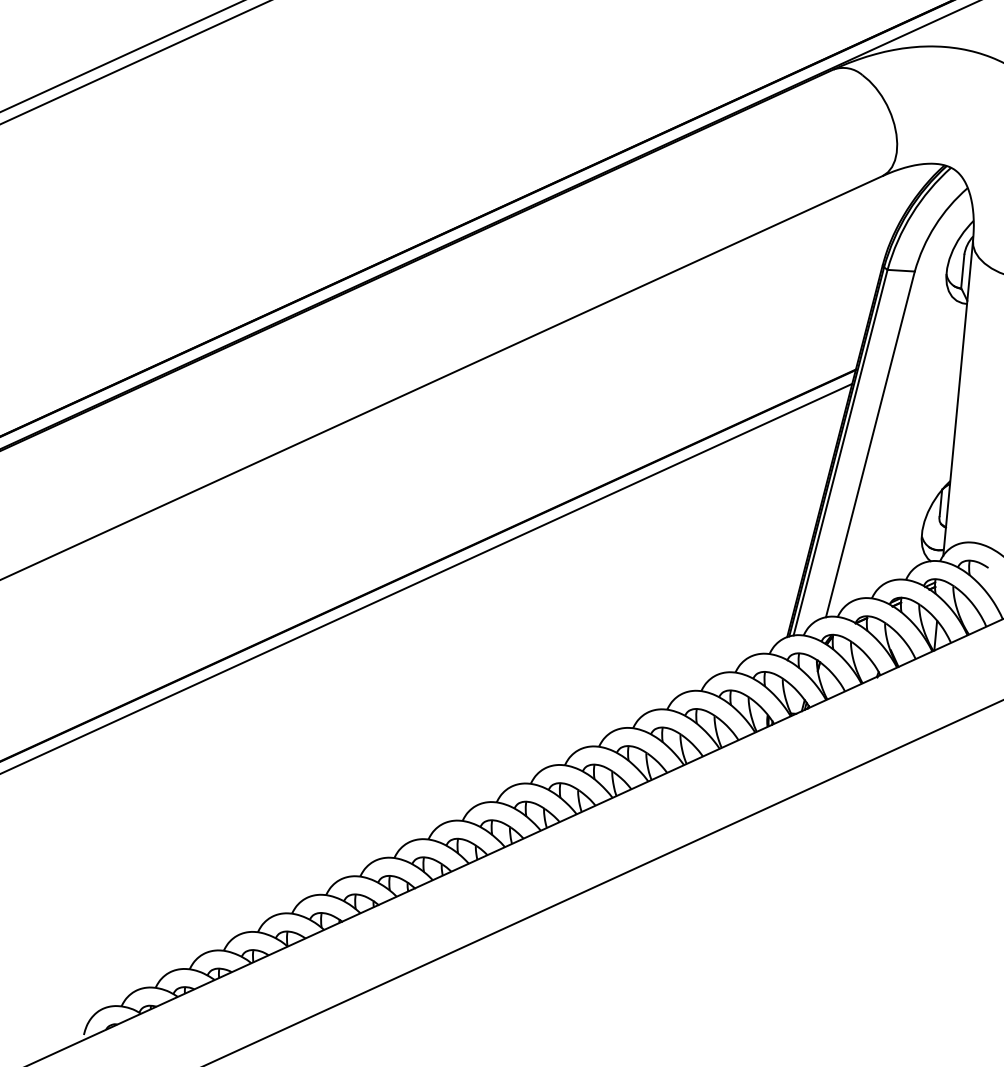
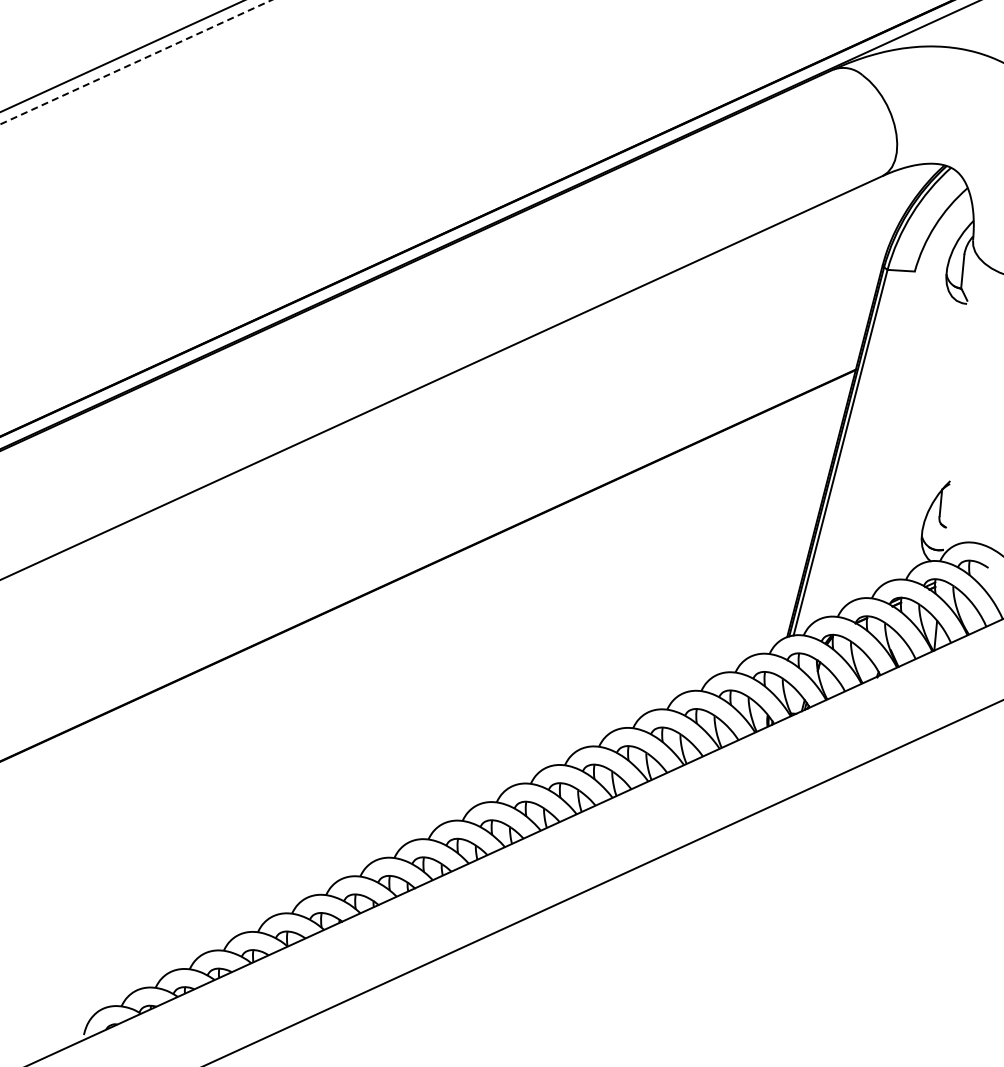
line at (135, 62): solid -> dashed
line at (958, 397): present -> none
line at (869, 444): present -> none
line at (427, 577): present -> none
